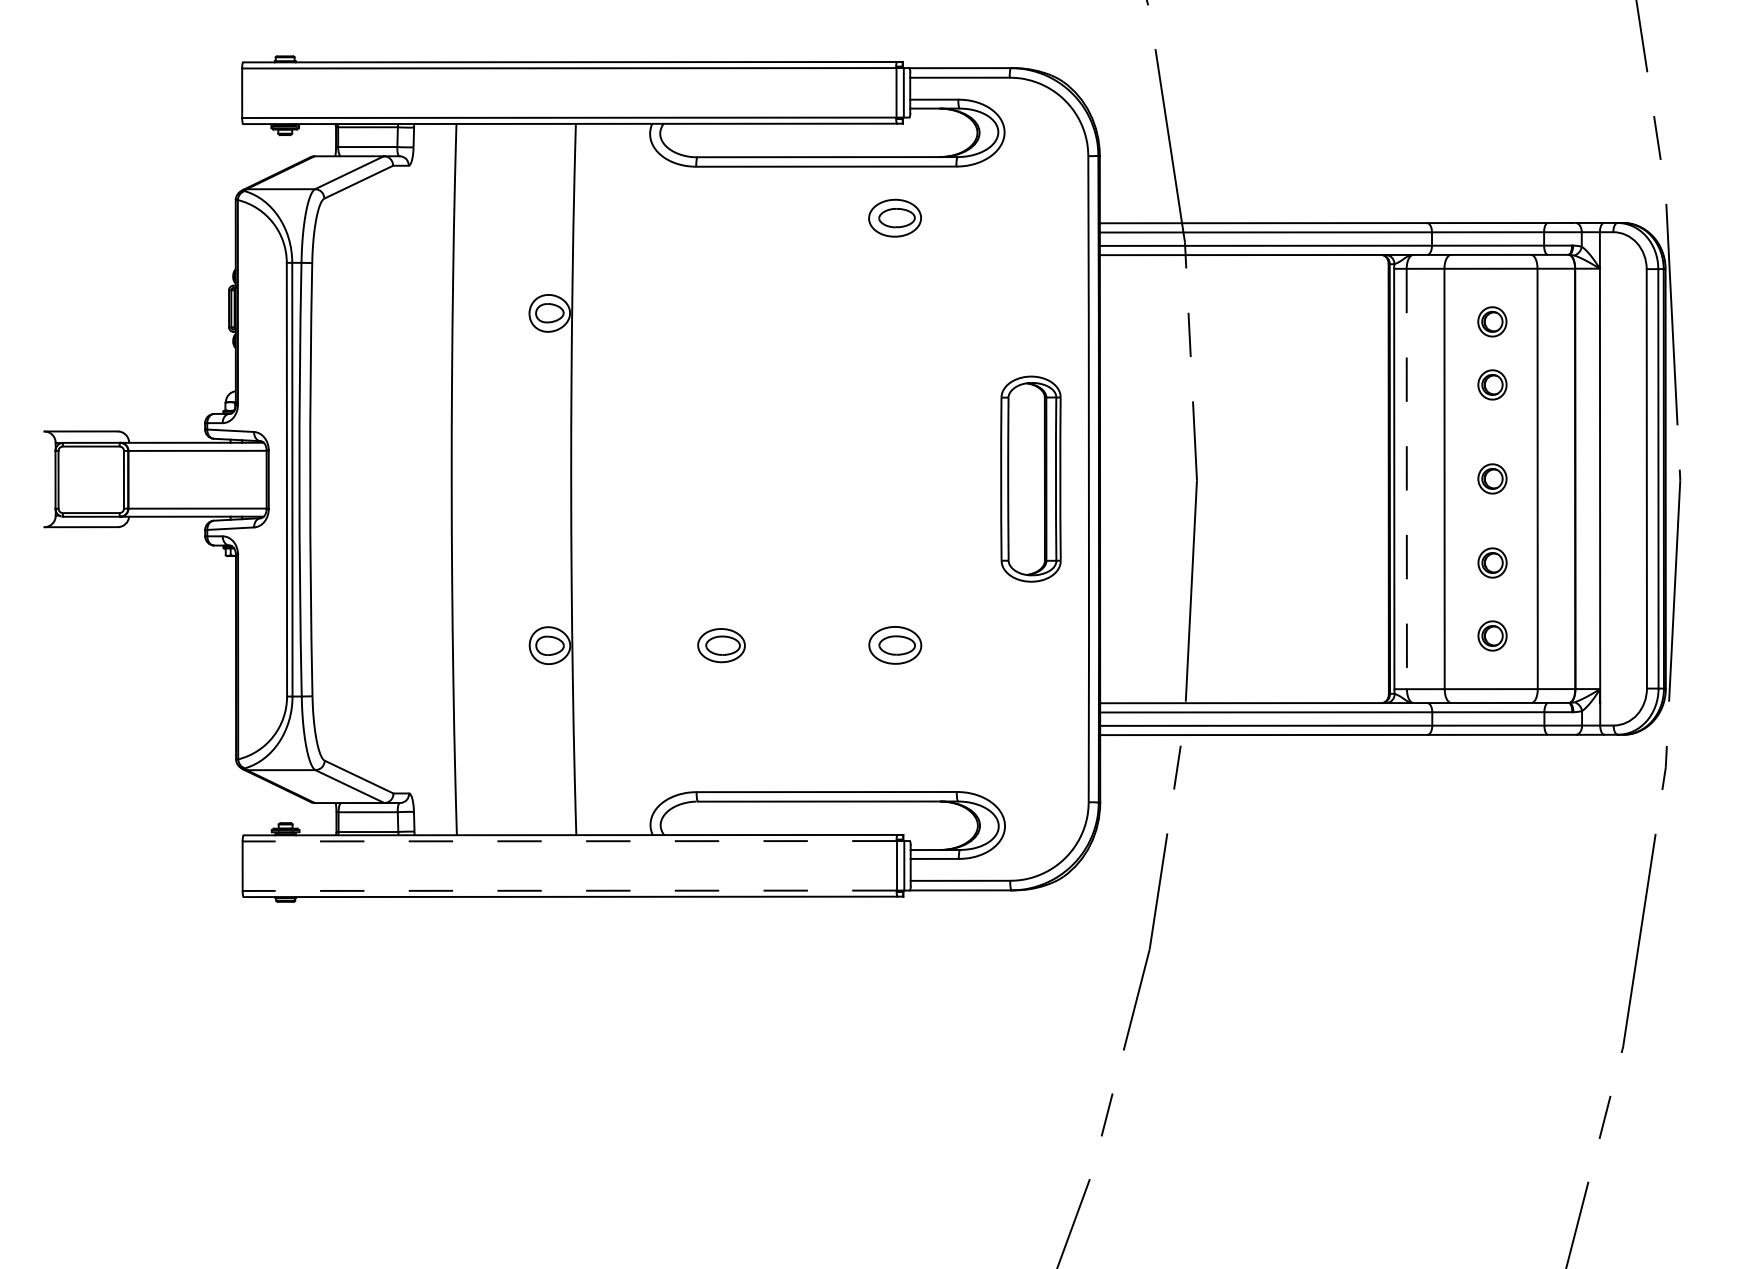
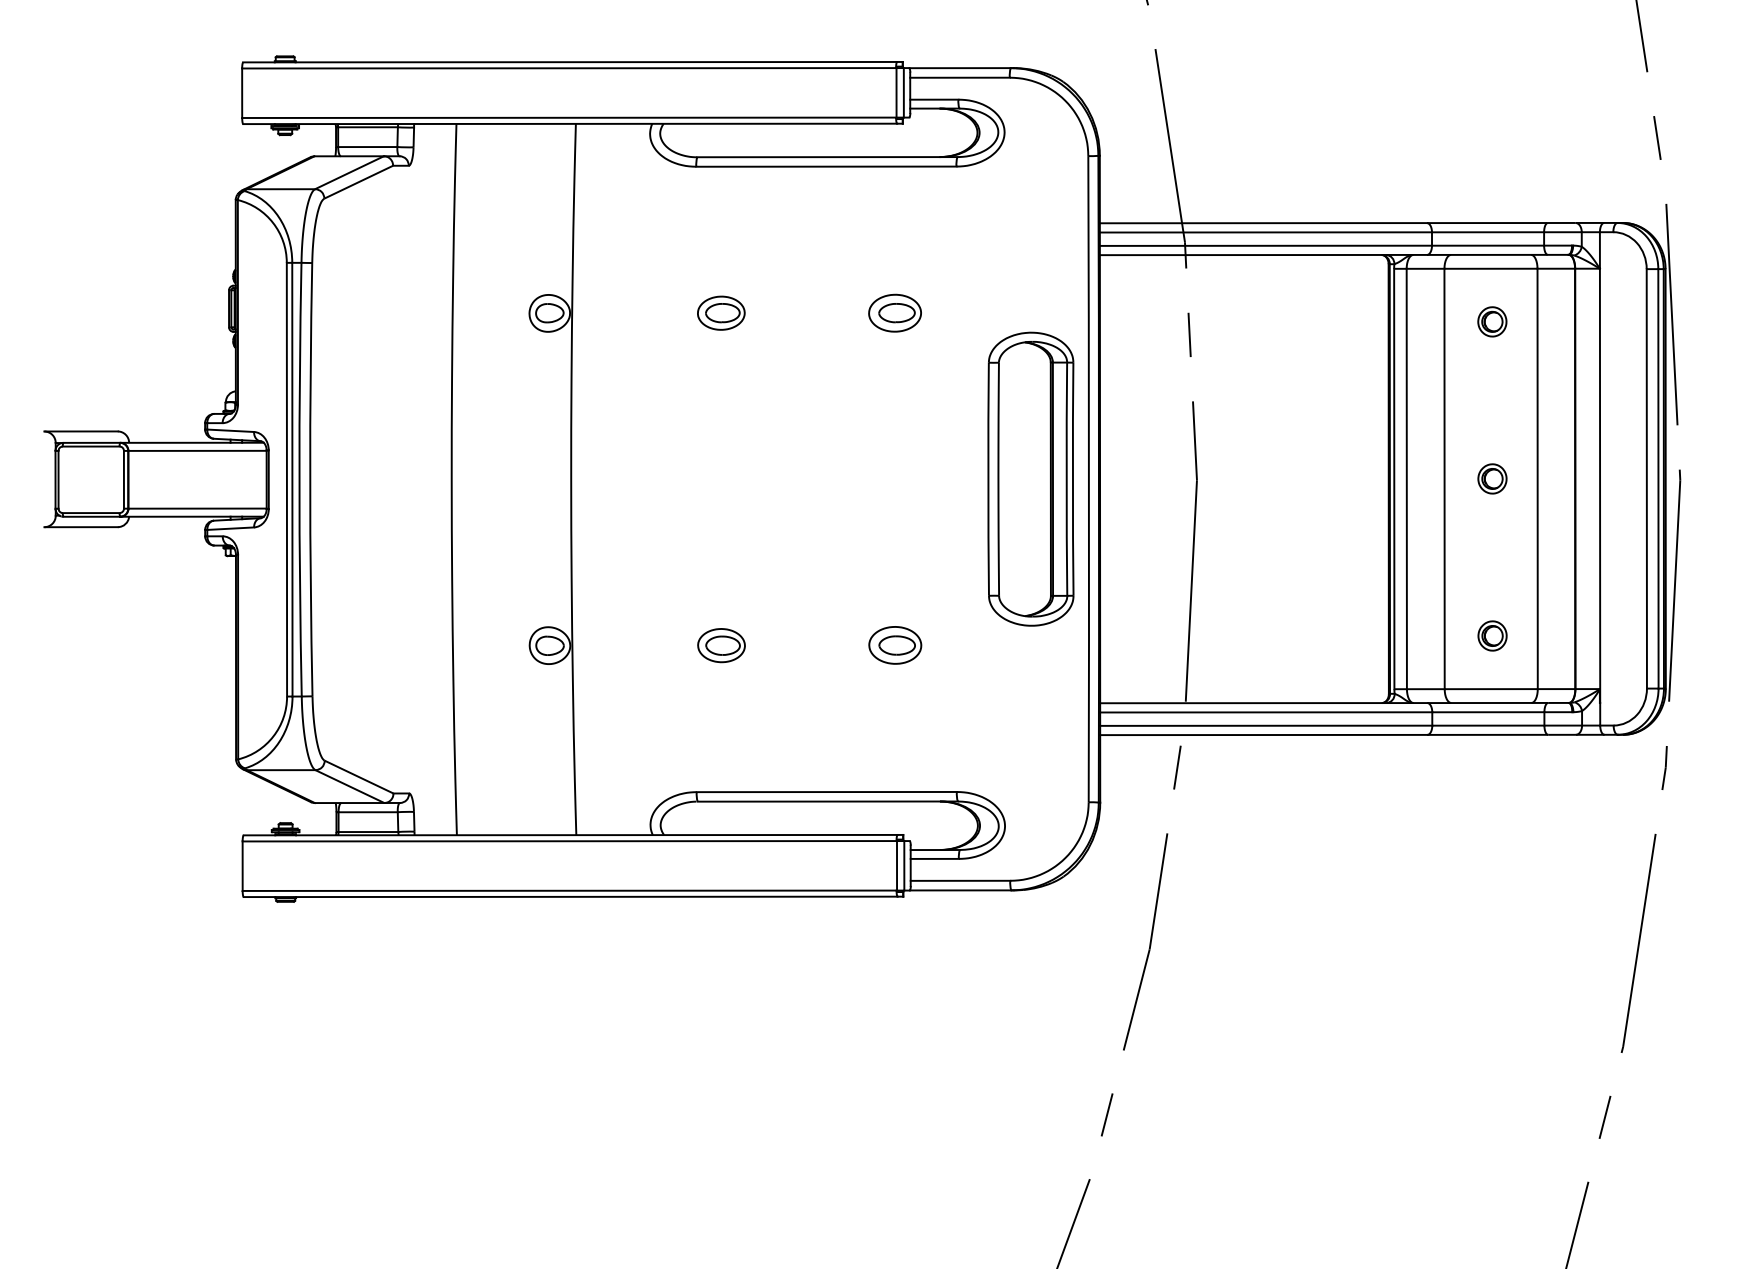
part at (894, 217) position: (894, 217) -> (894, 312)
part at (721, 312): none -> present
part at (1492, 384): present -> none
part at (1030, 478) size: 62x208 px -> 88x296 px
line at (1406, 479): dashed -> solid
part at (1492, 562): present -> none
line at (569, 841): dashed -> solid
line at (569, 890): dashed -> solid
